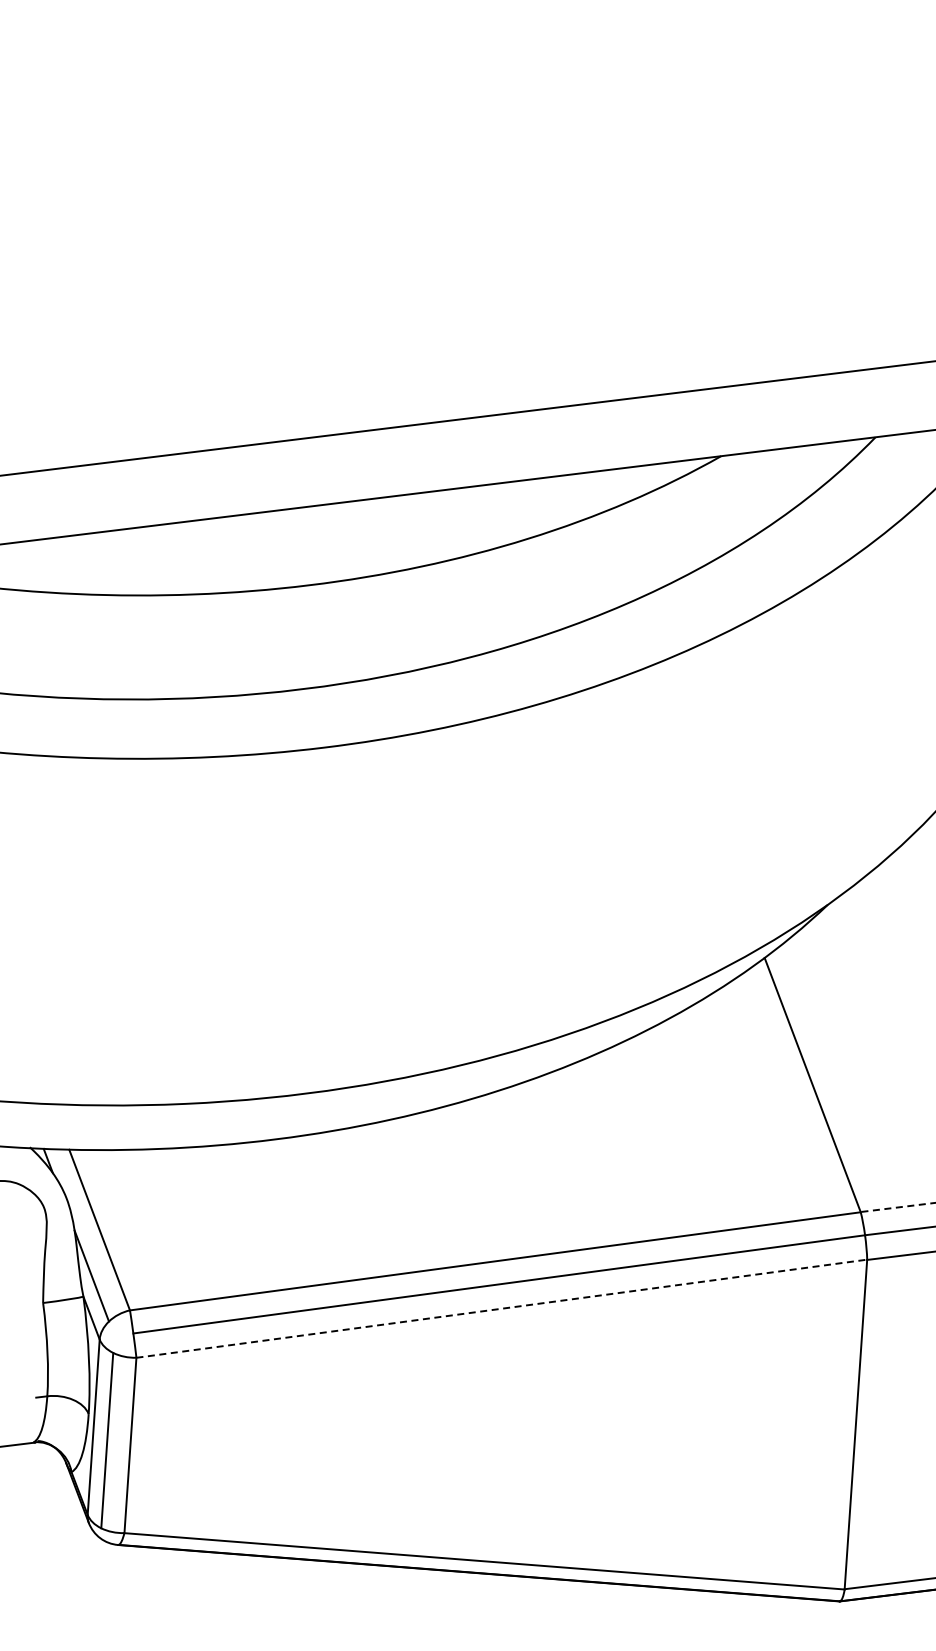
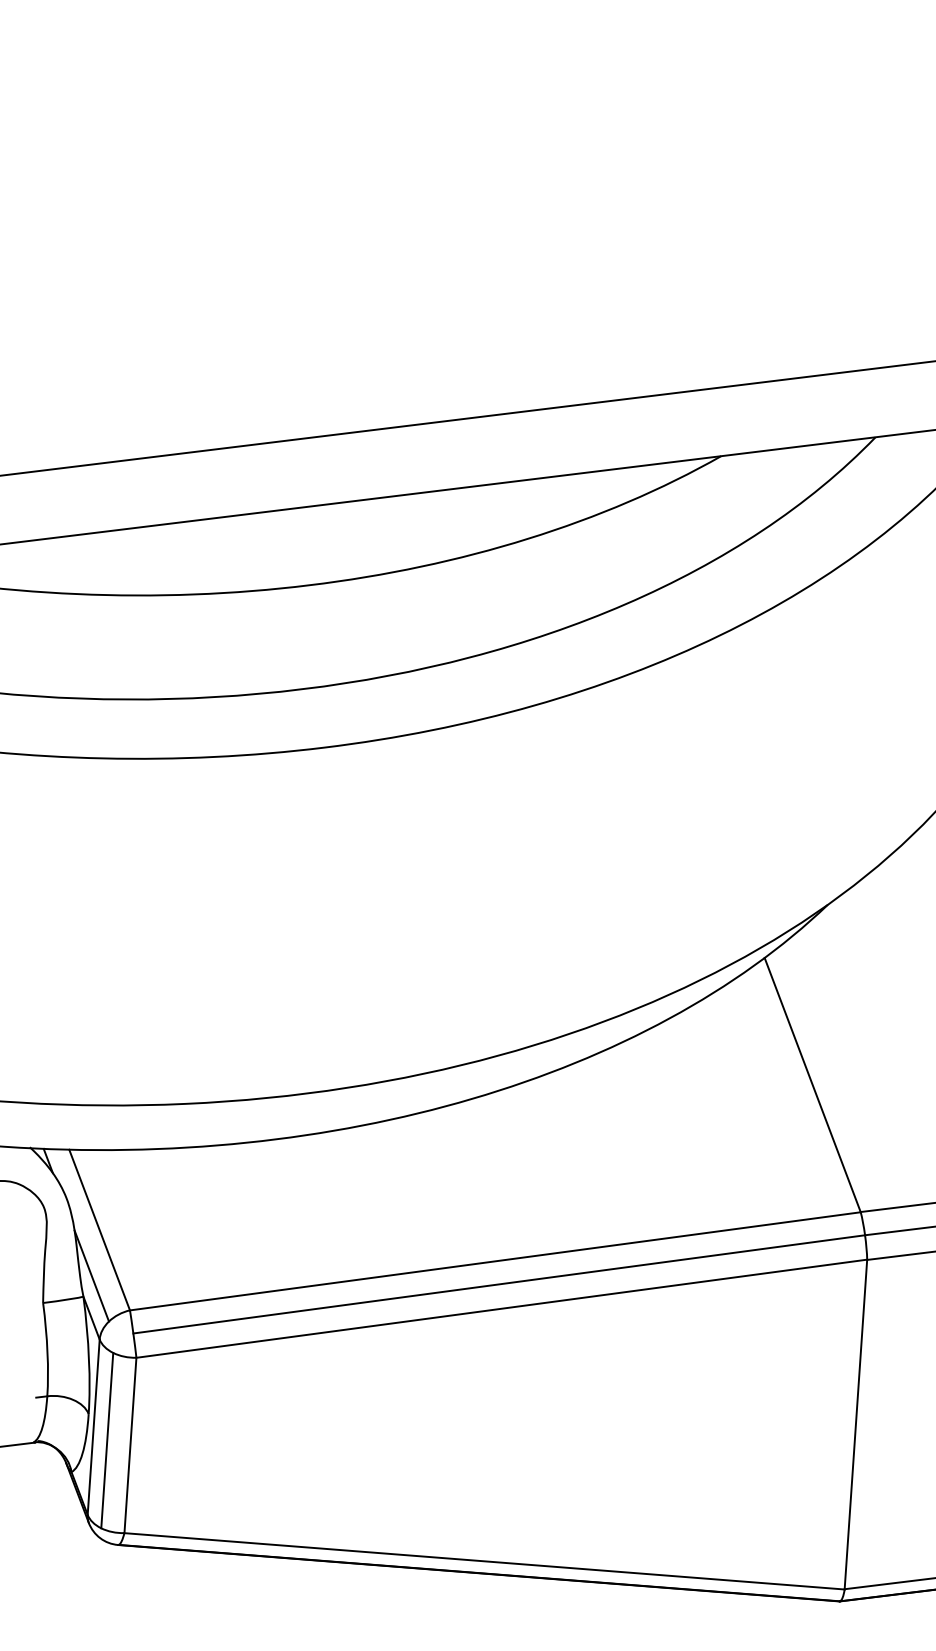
line at (897, 1207): dashed -> solid
line at (501, 1308): dashed -> solid
